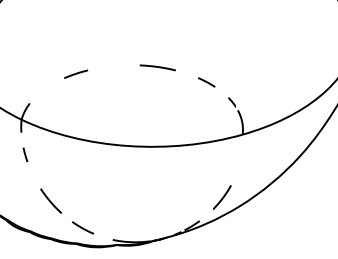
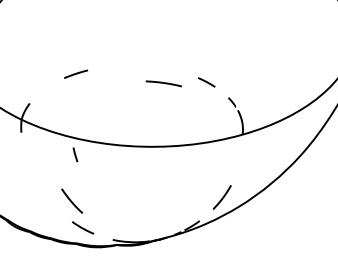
line at (157, 67) position: (157, 67) -> (163, 83)
line at (25, 154) position: (25, 154) -> (75, 154)
line at (50, 200) position: (50, 200) -> (71, 200)
